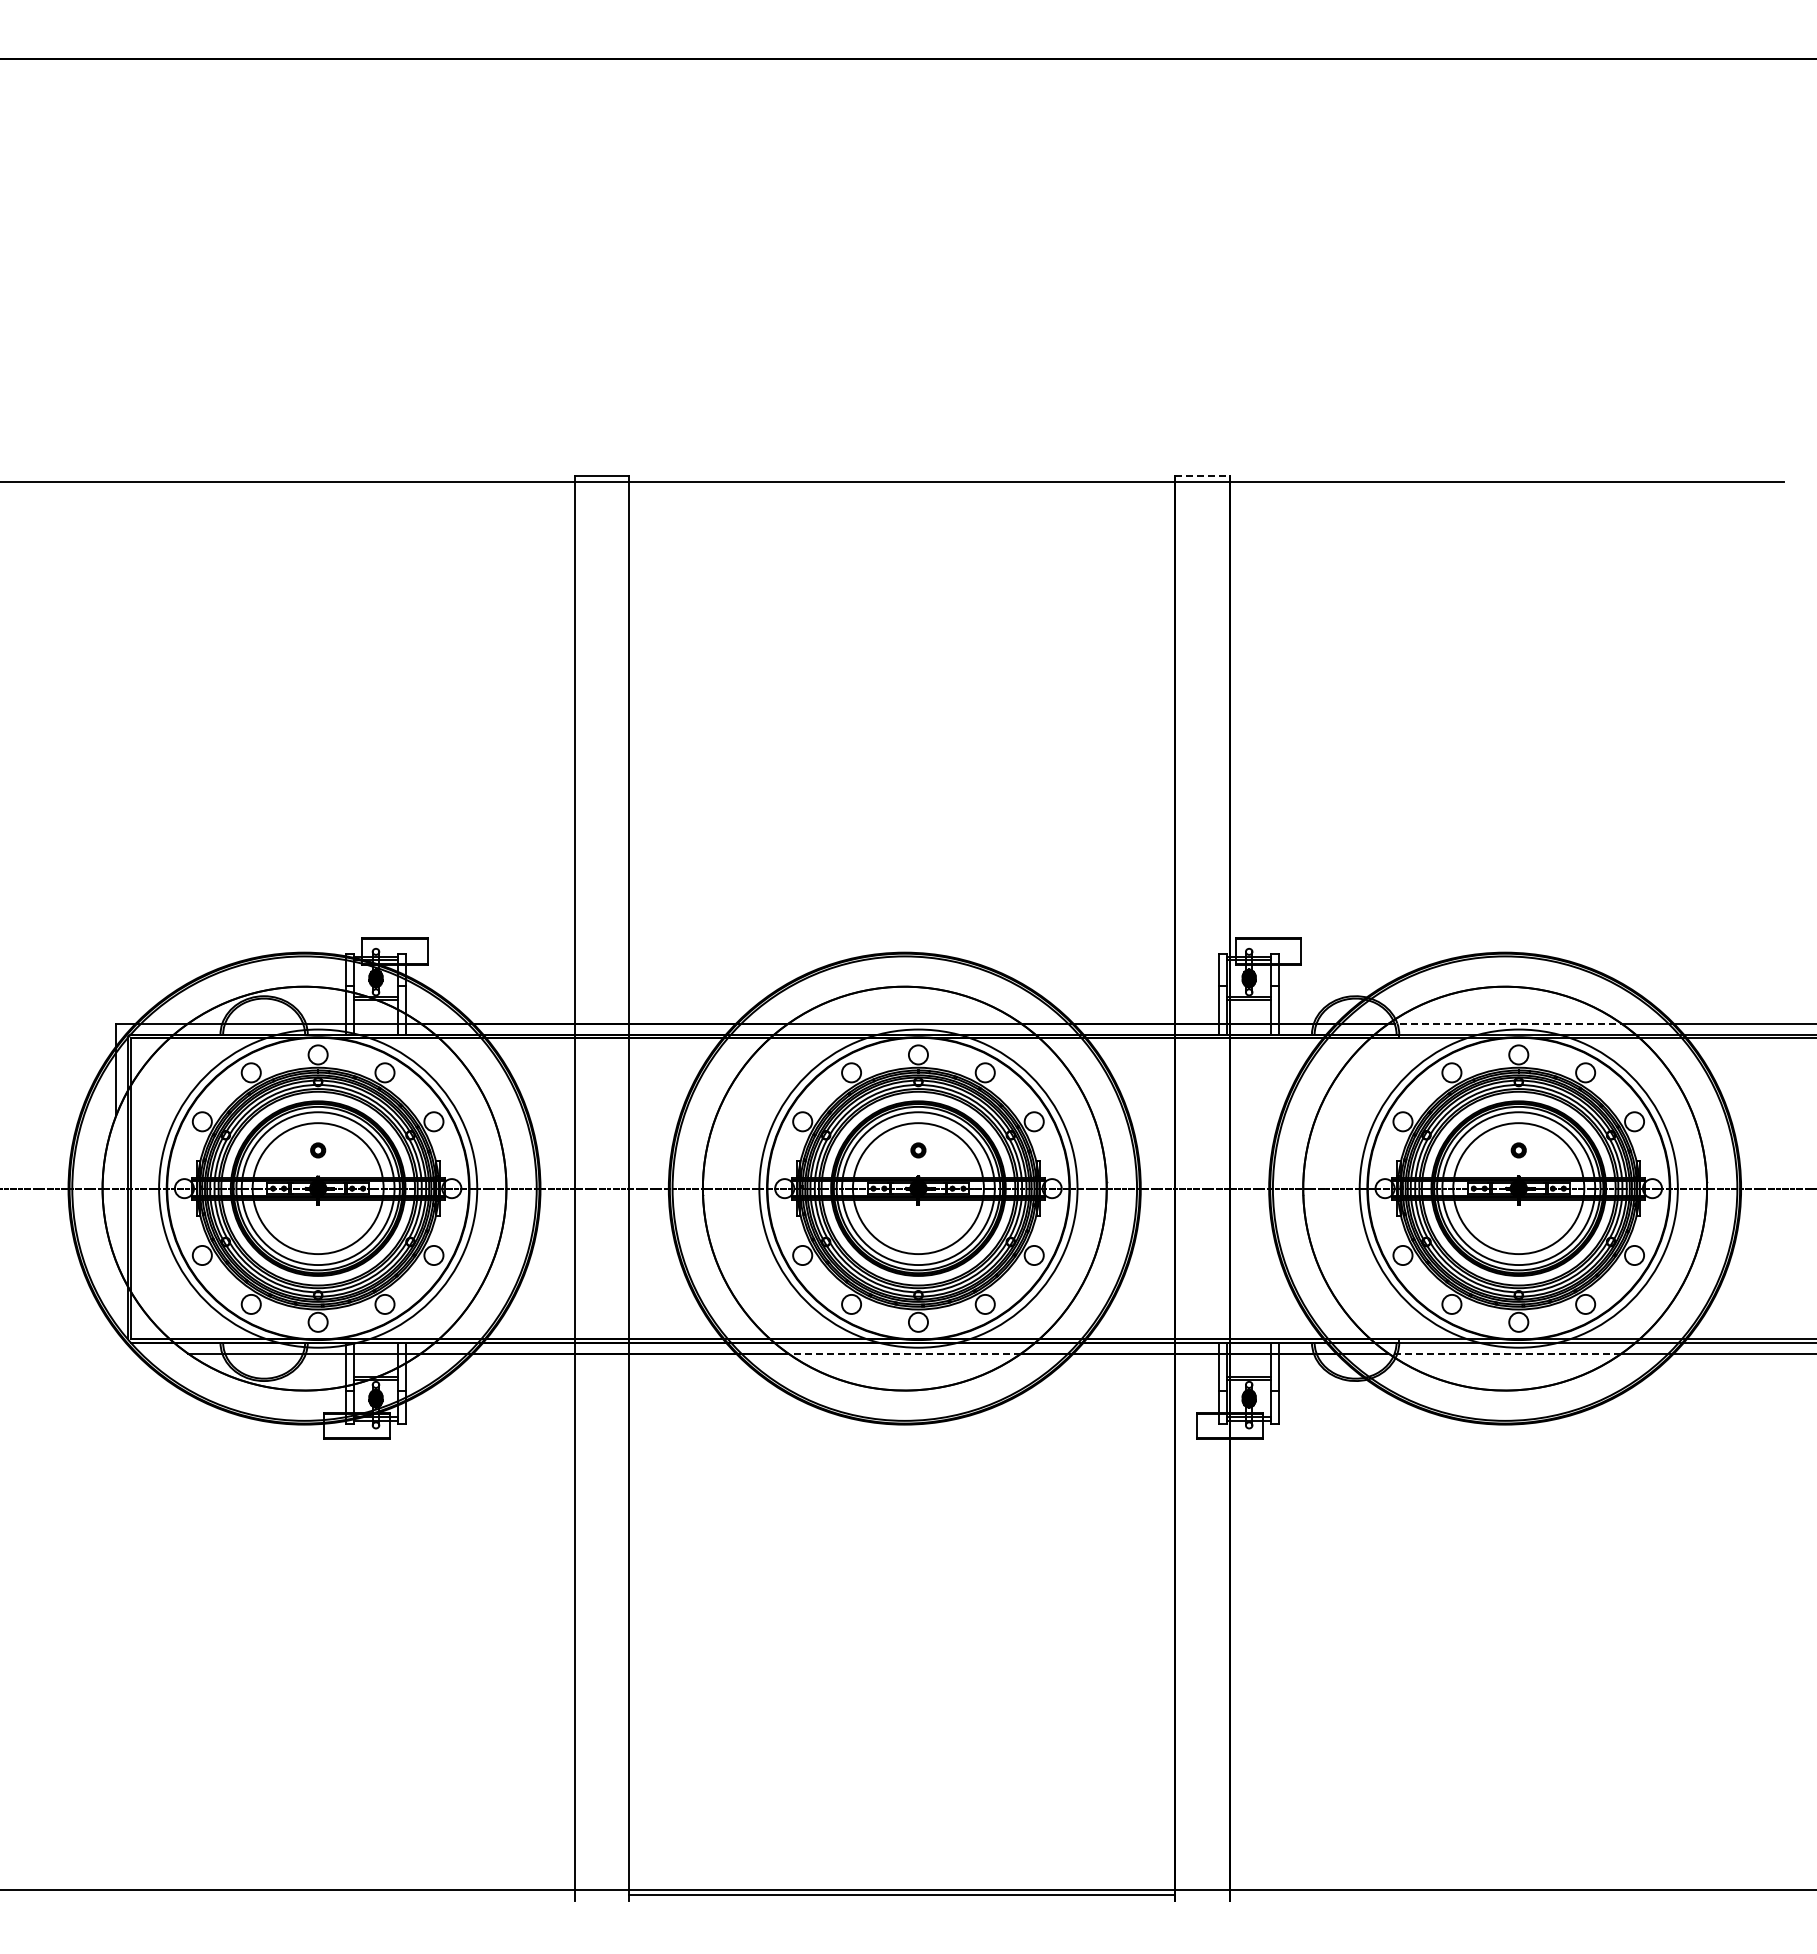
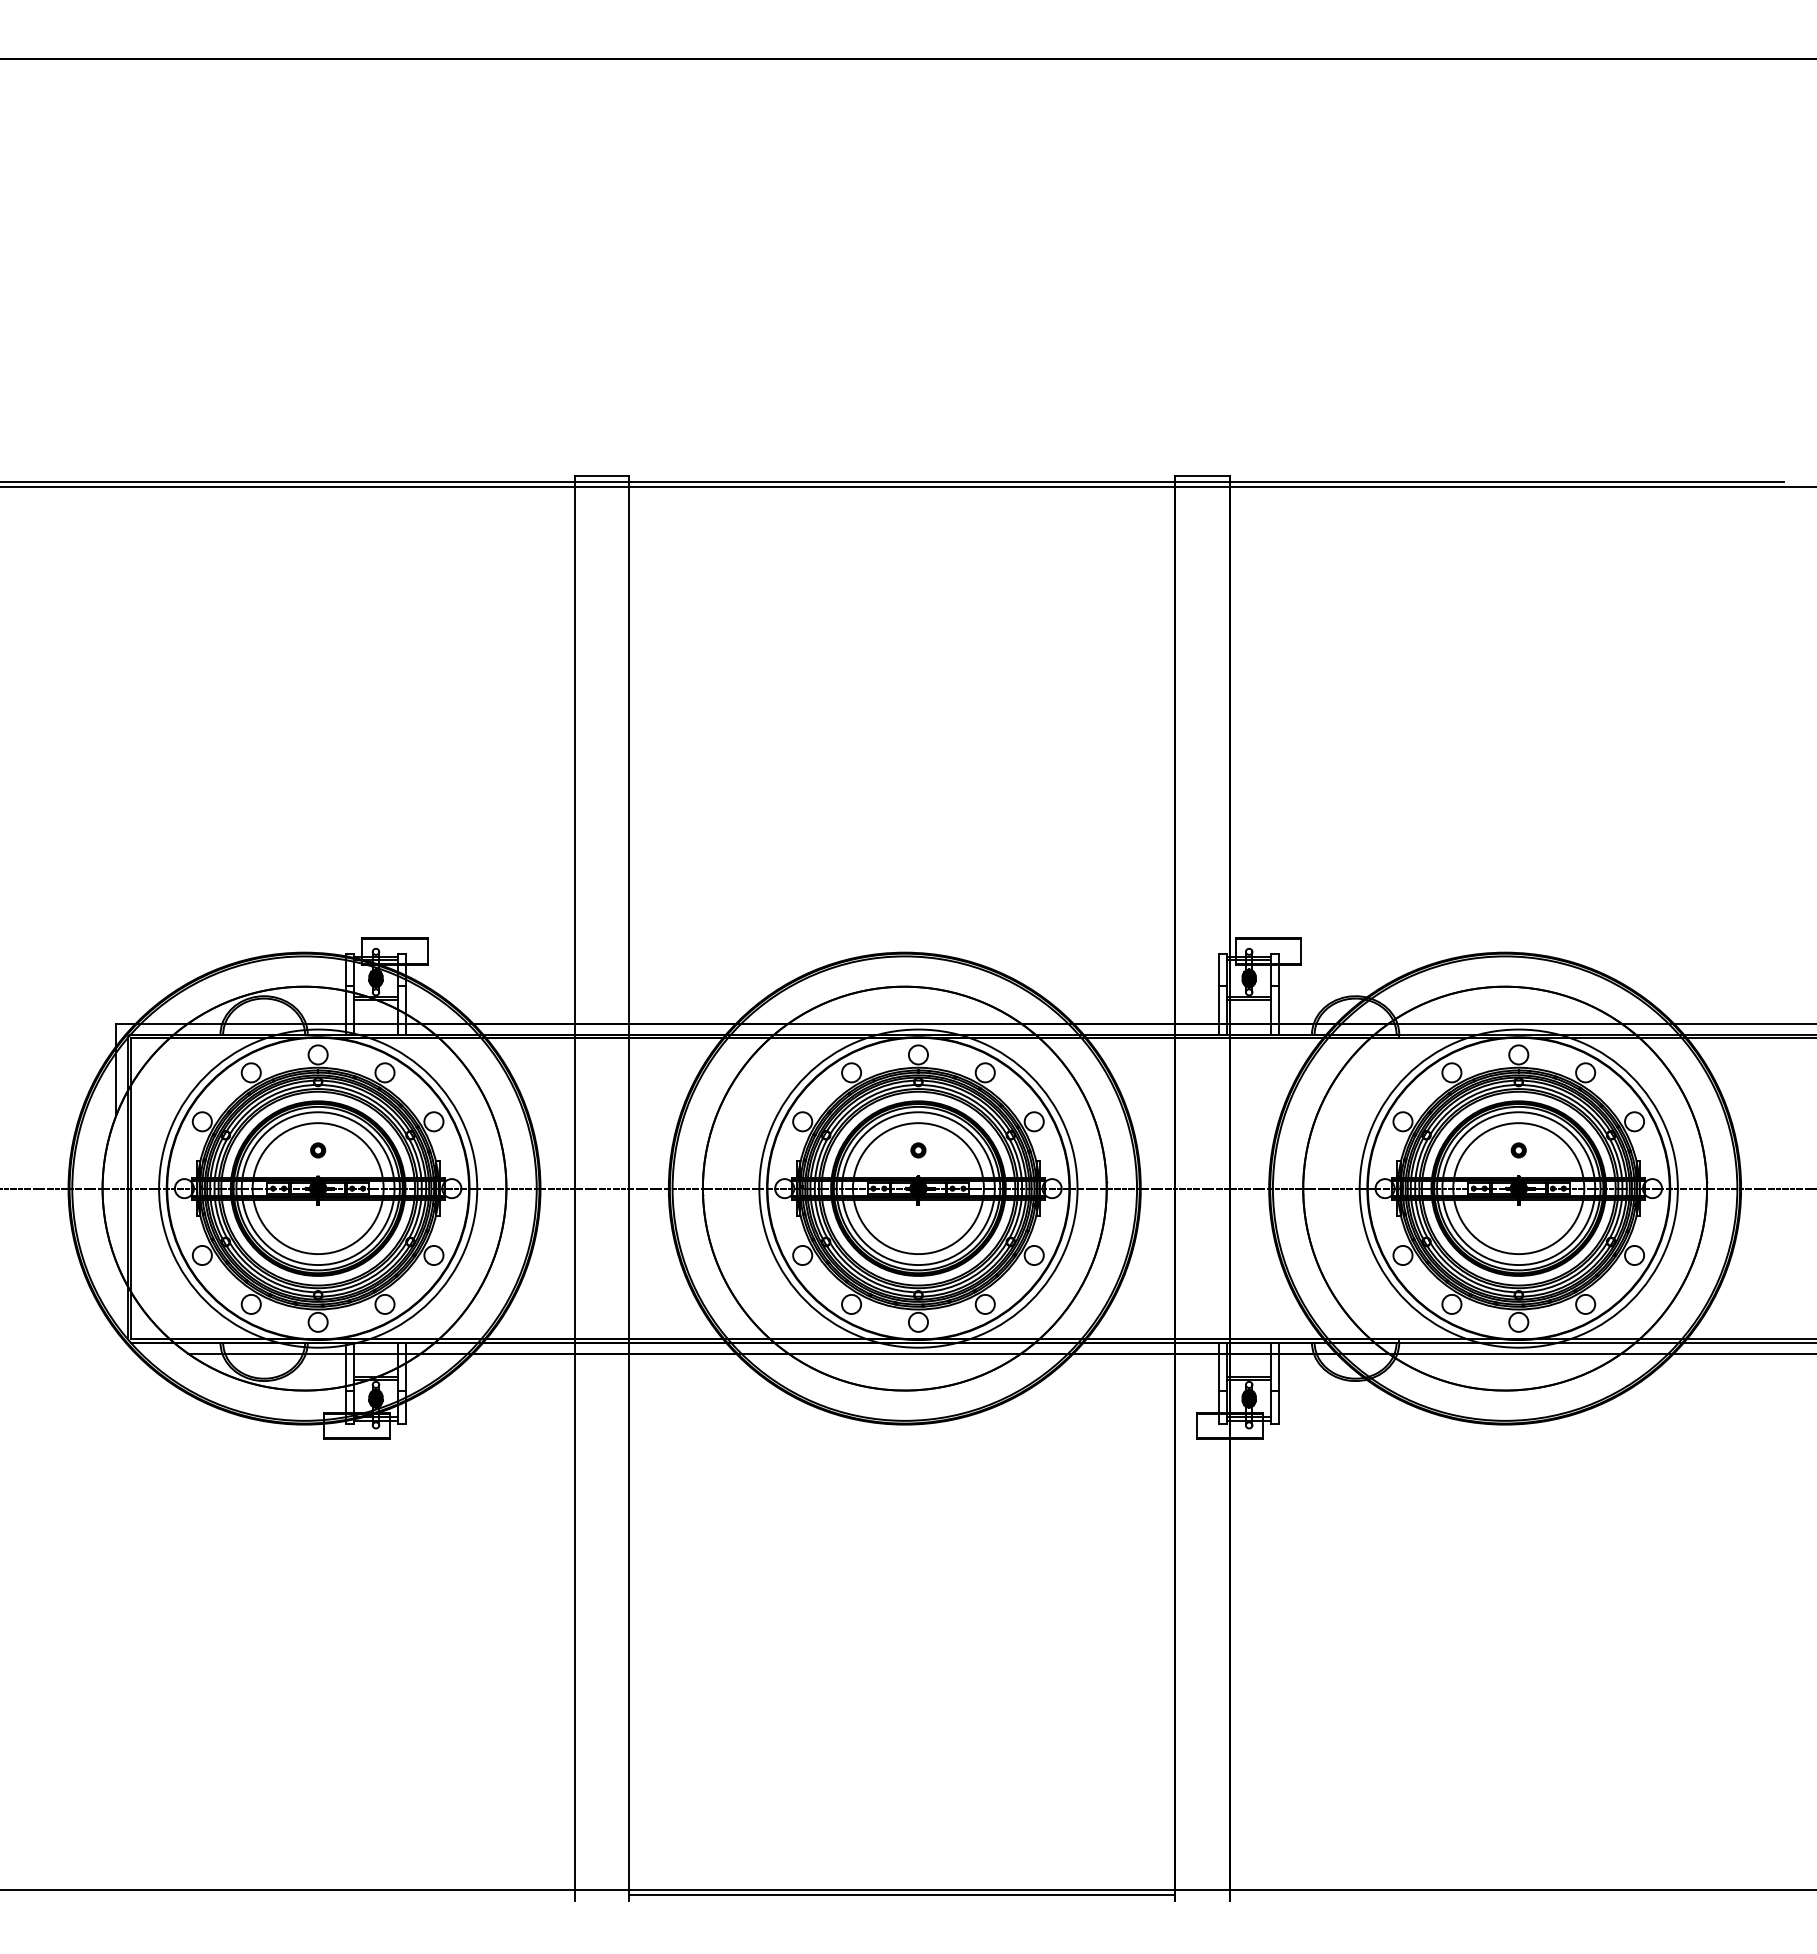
line at (1203, 476): dashed -> solid
line at (907, 487): none -> present
line at (1505, 1023): dashed -> solid
line at (904, 1353): dashed -> solid
line at (1504, 1353): dashed -> solid
